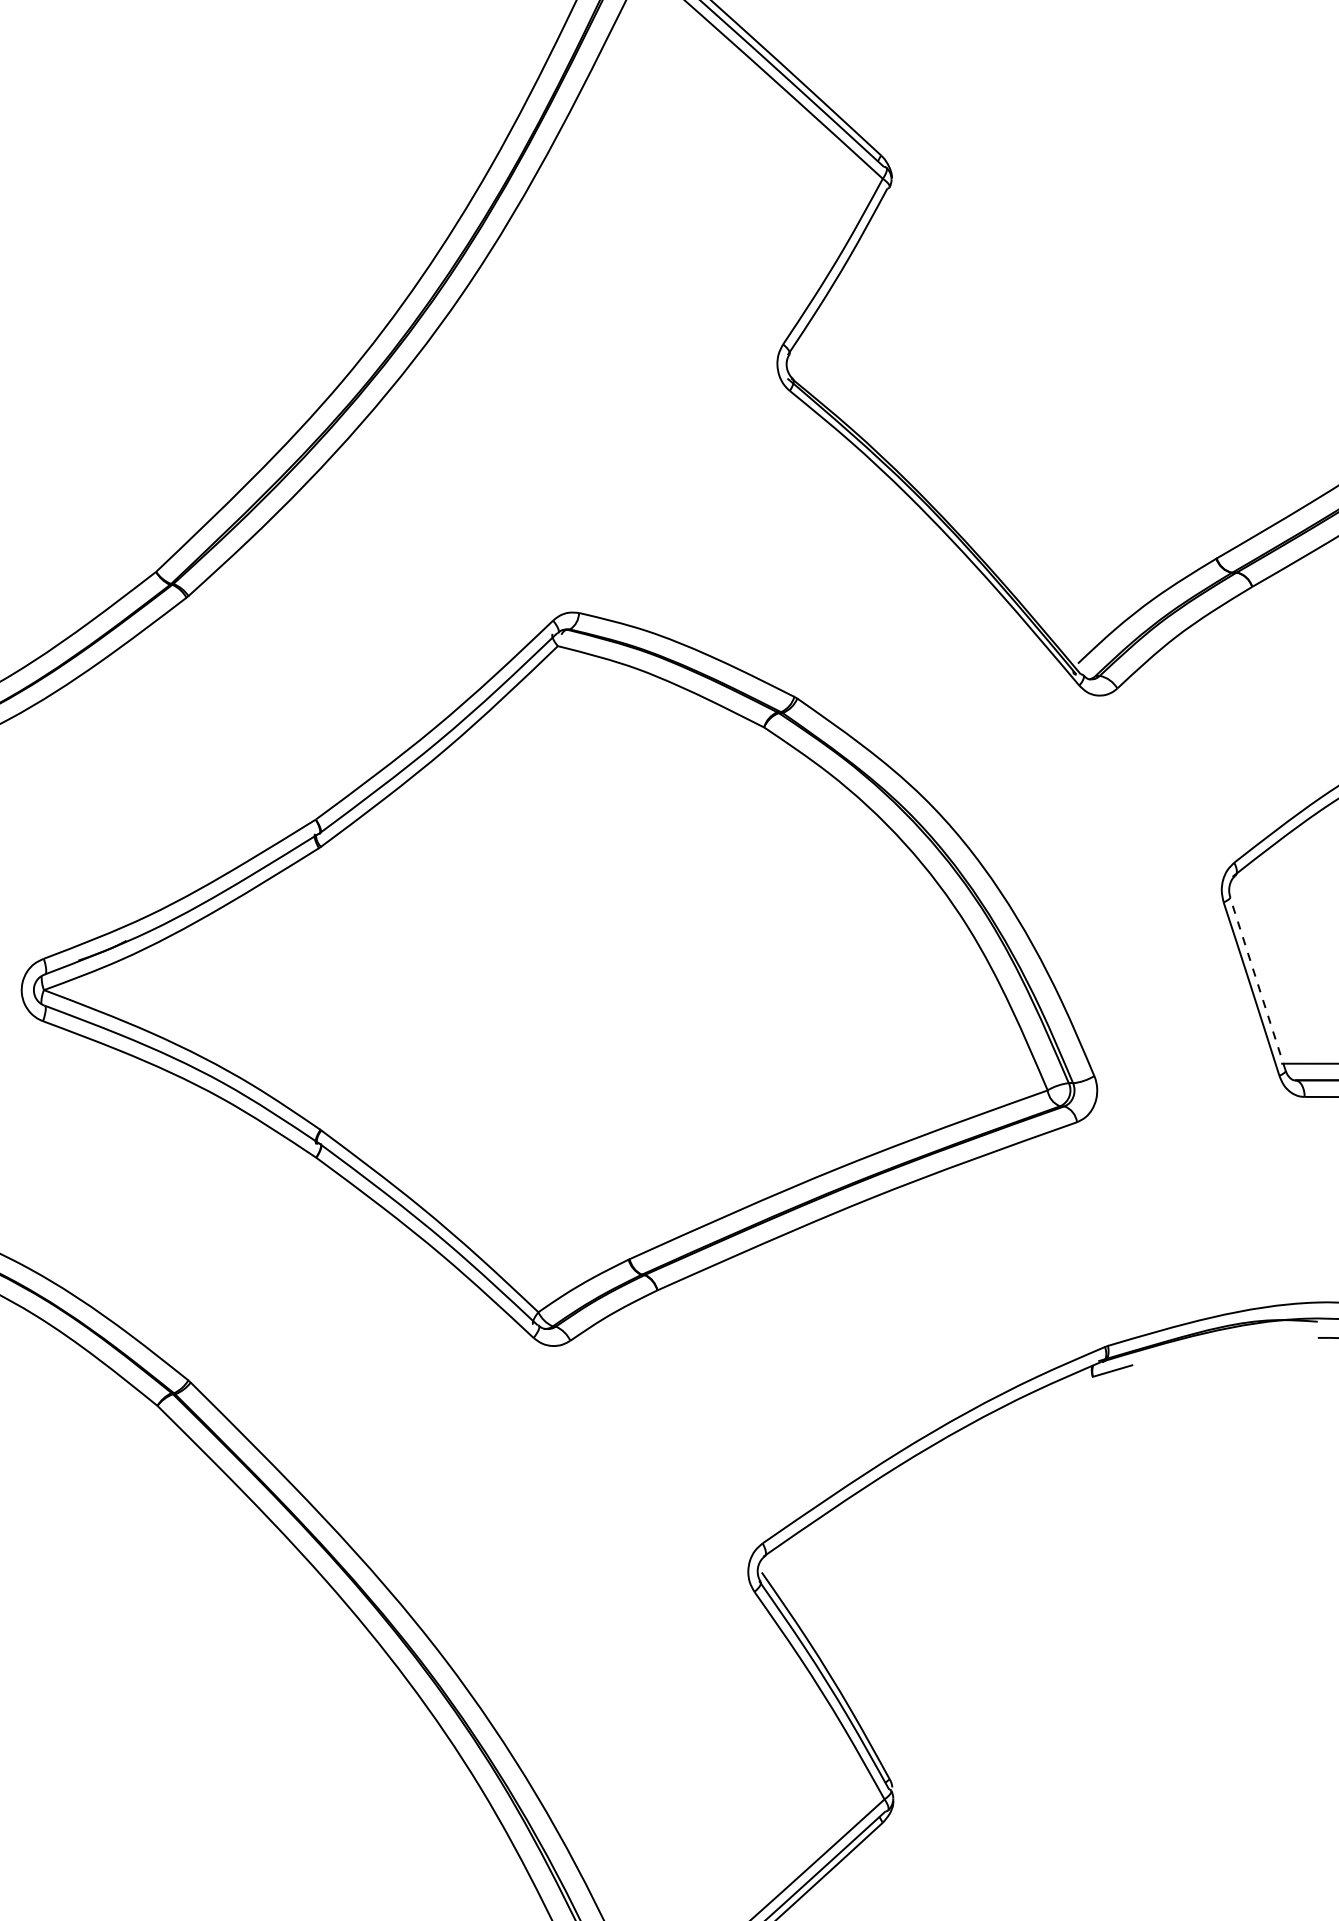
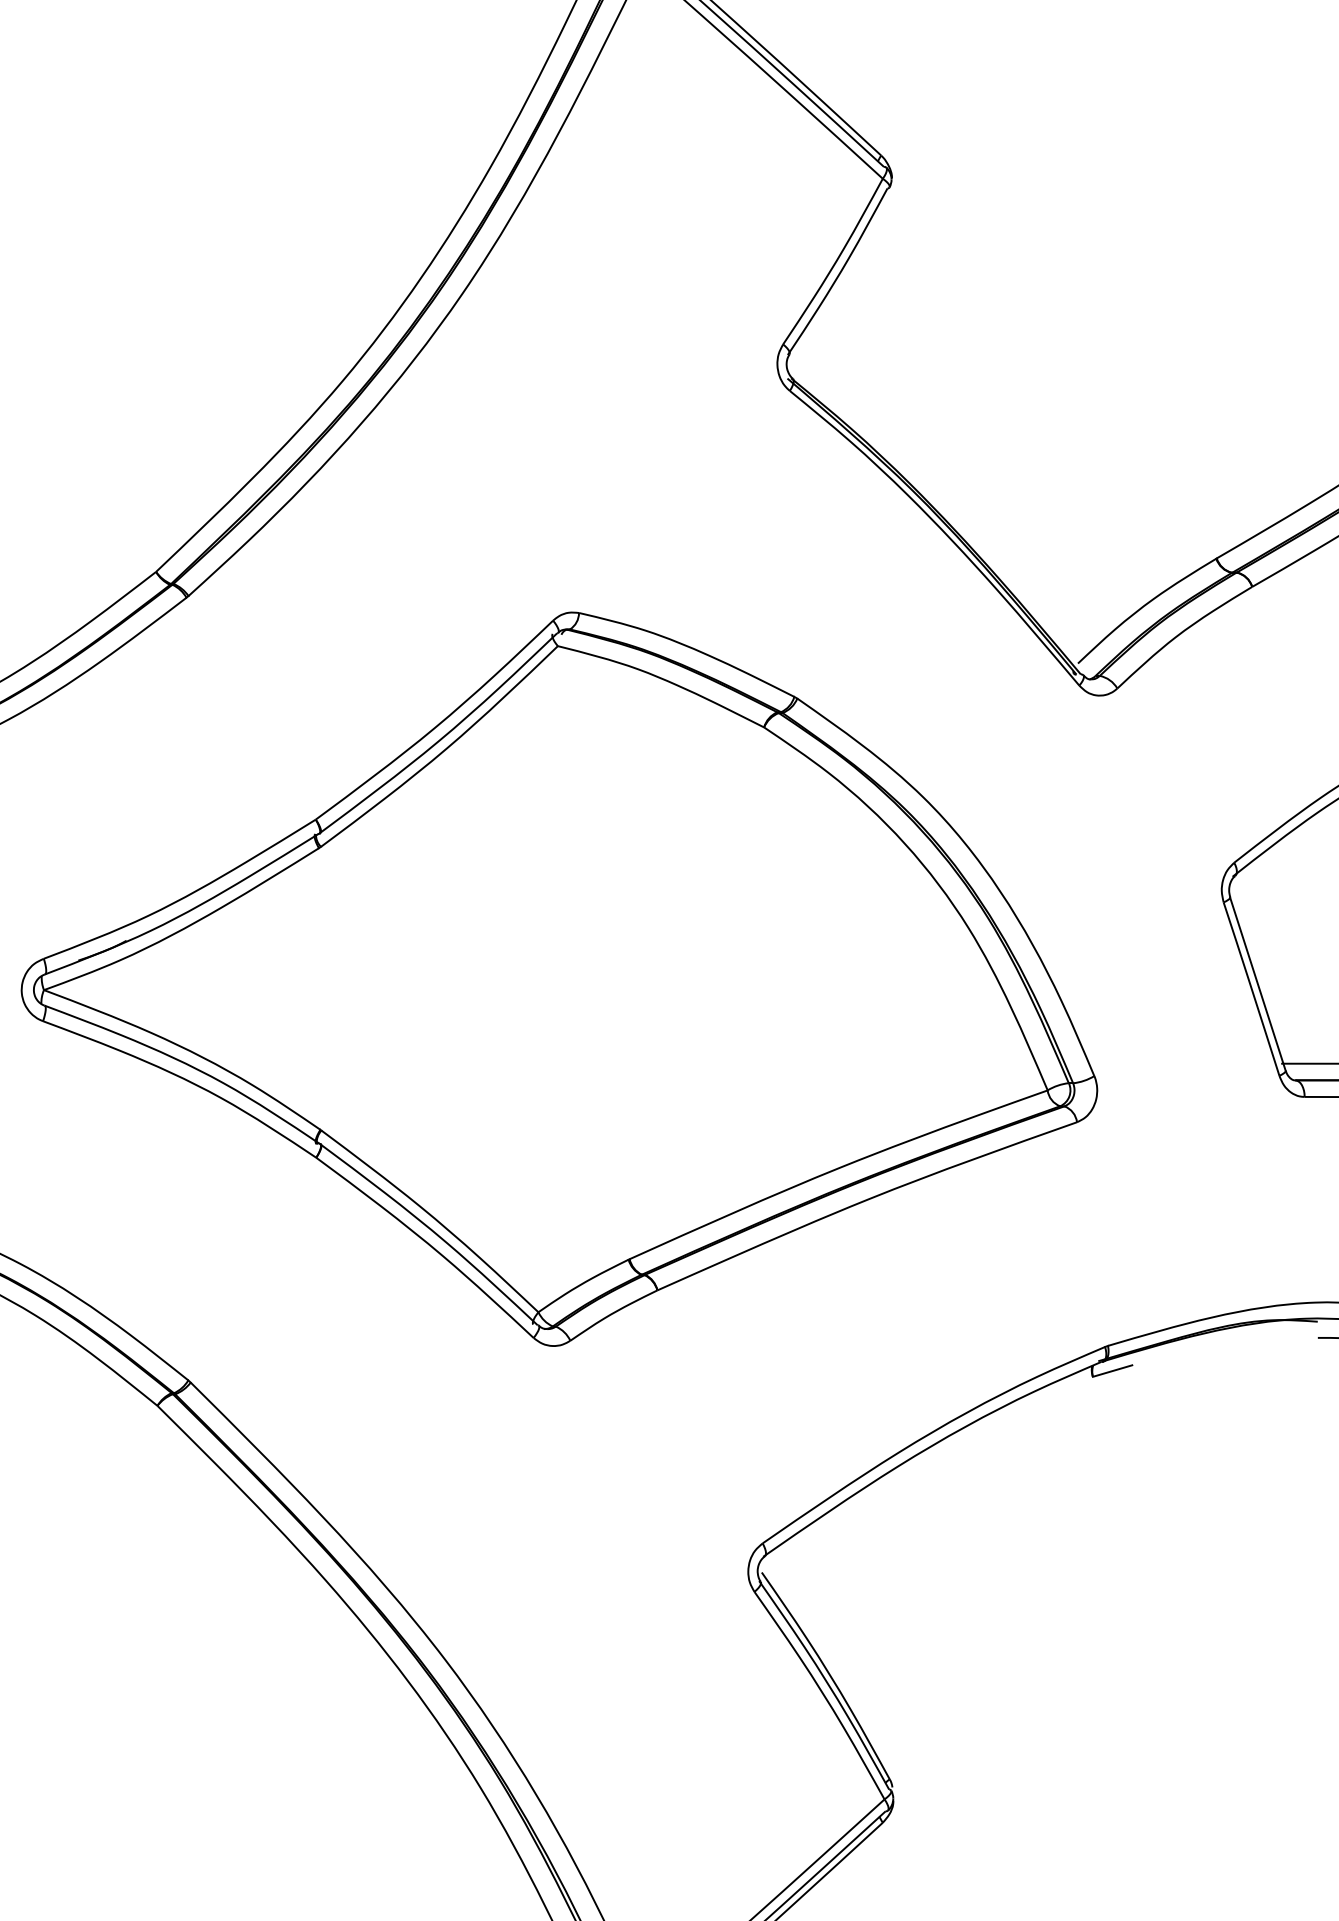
line at (1257, 983): dashed -> solid
